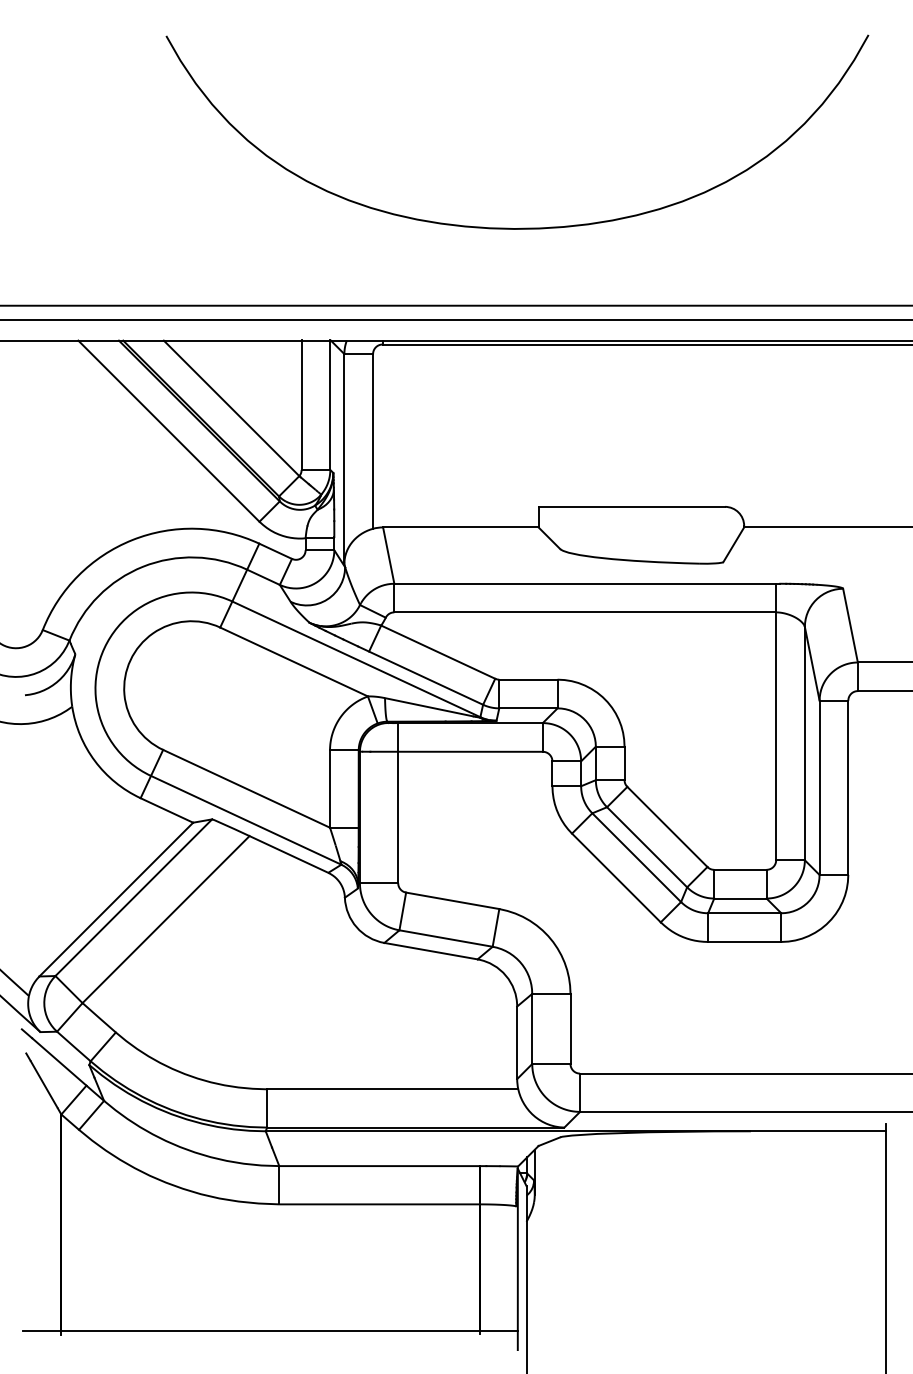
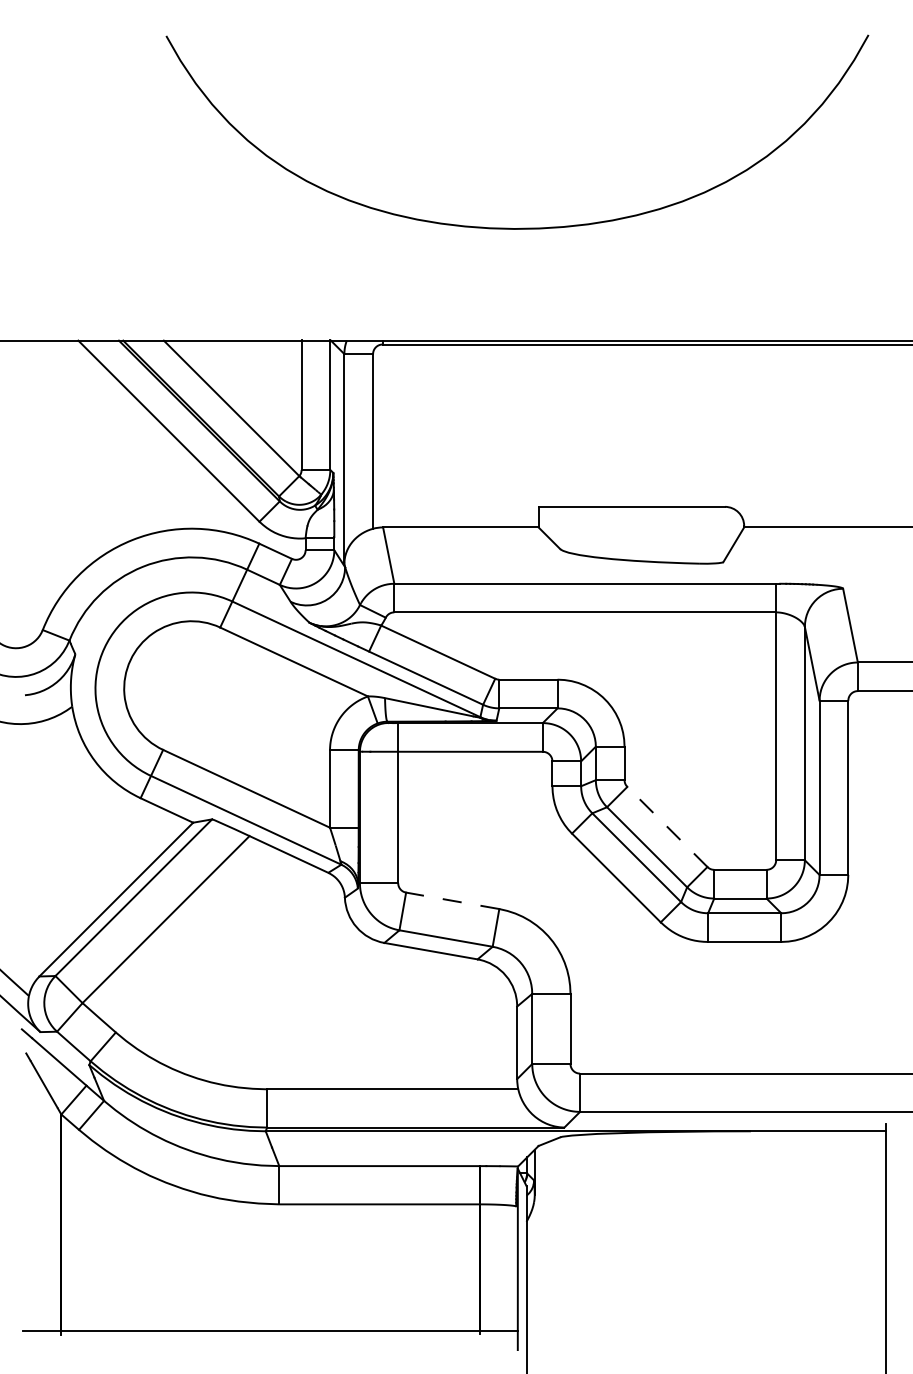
line at (455, 305): present -> none
line at (455, 320): present -> none
line at (667, 826): solid -> dashed
line at (452, 900): solid -> dashed
